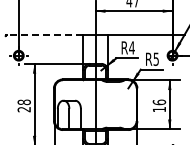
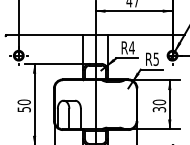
line at (44, 35): dashed -> solid
text at (23, 105): 28 -> 50
text at (159, 105): 16 -> 30
